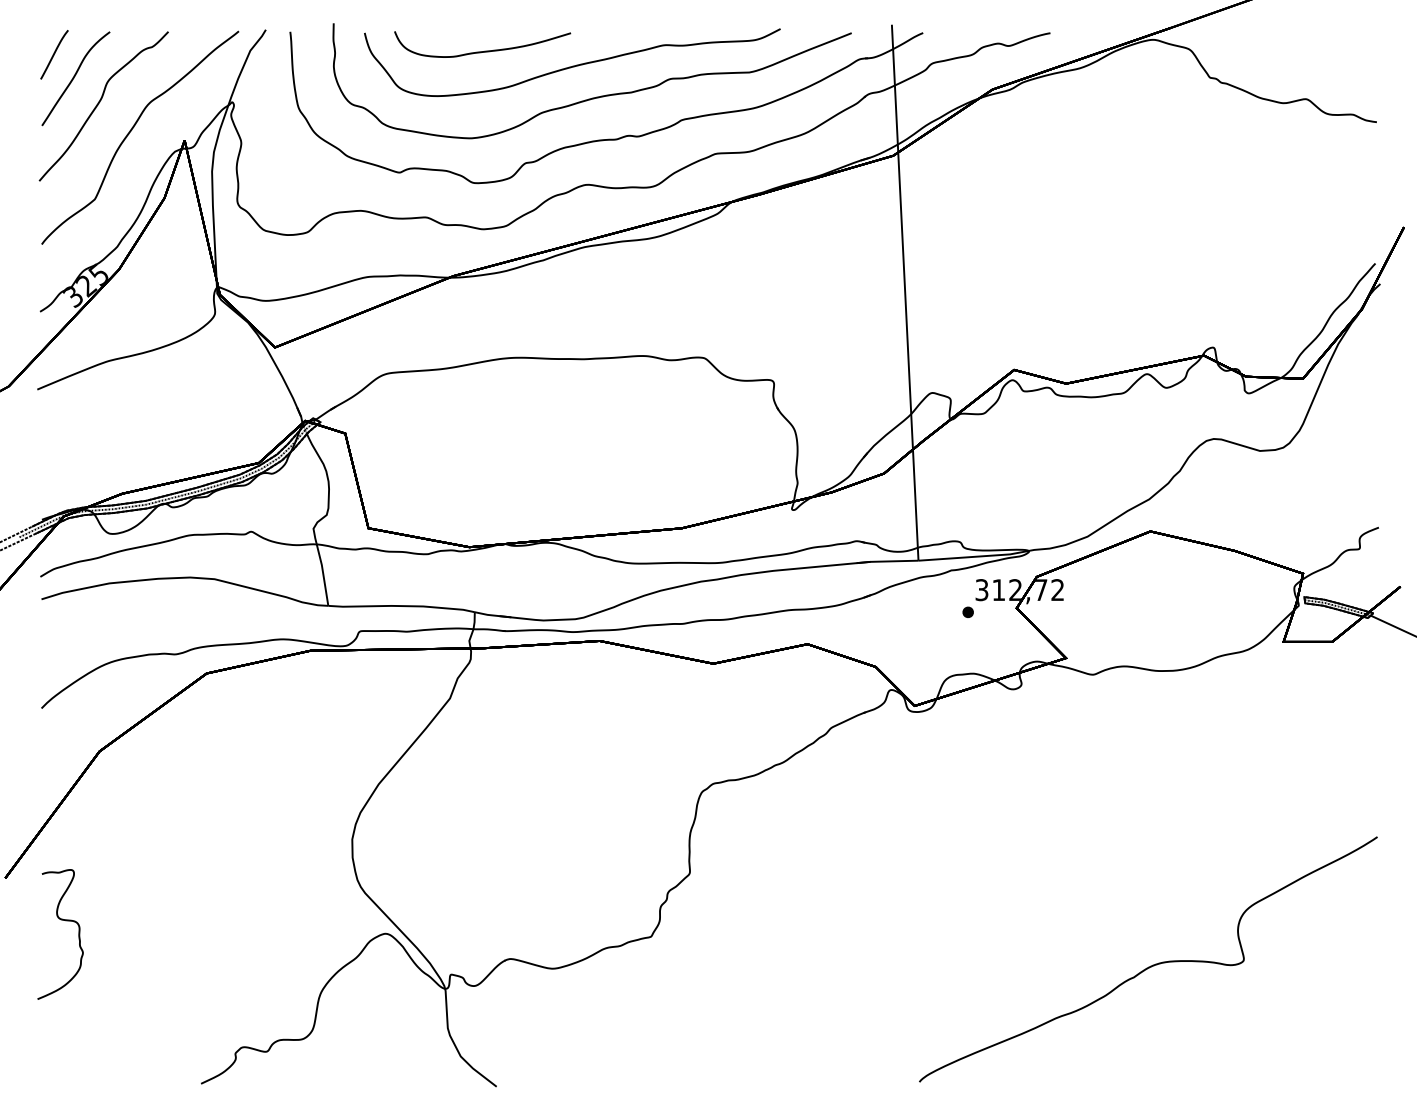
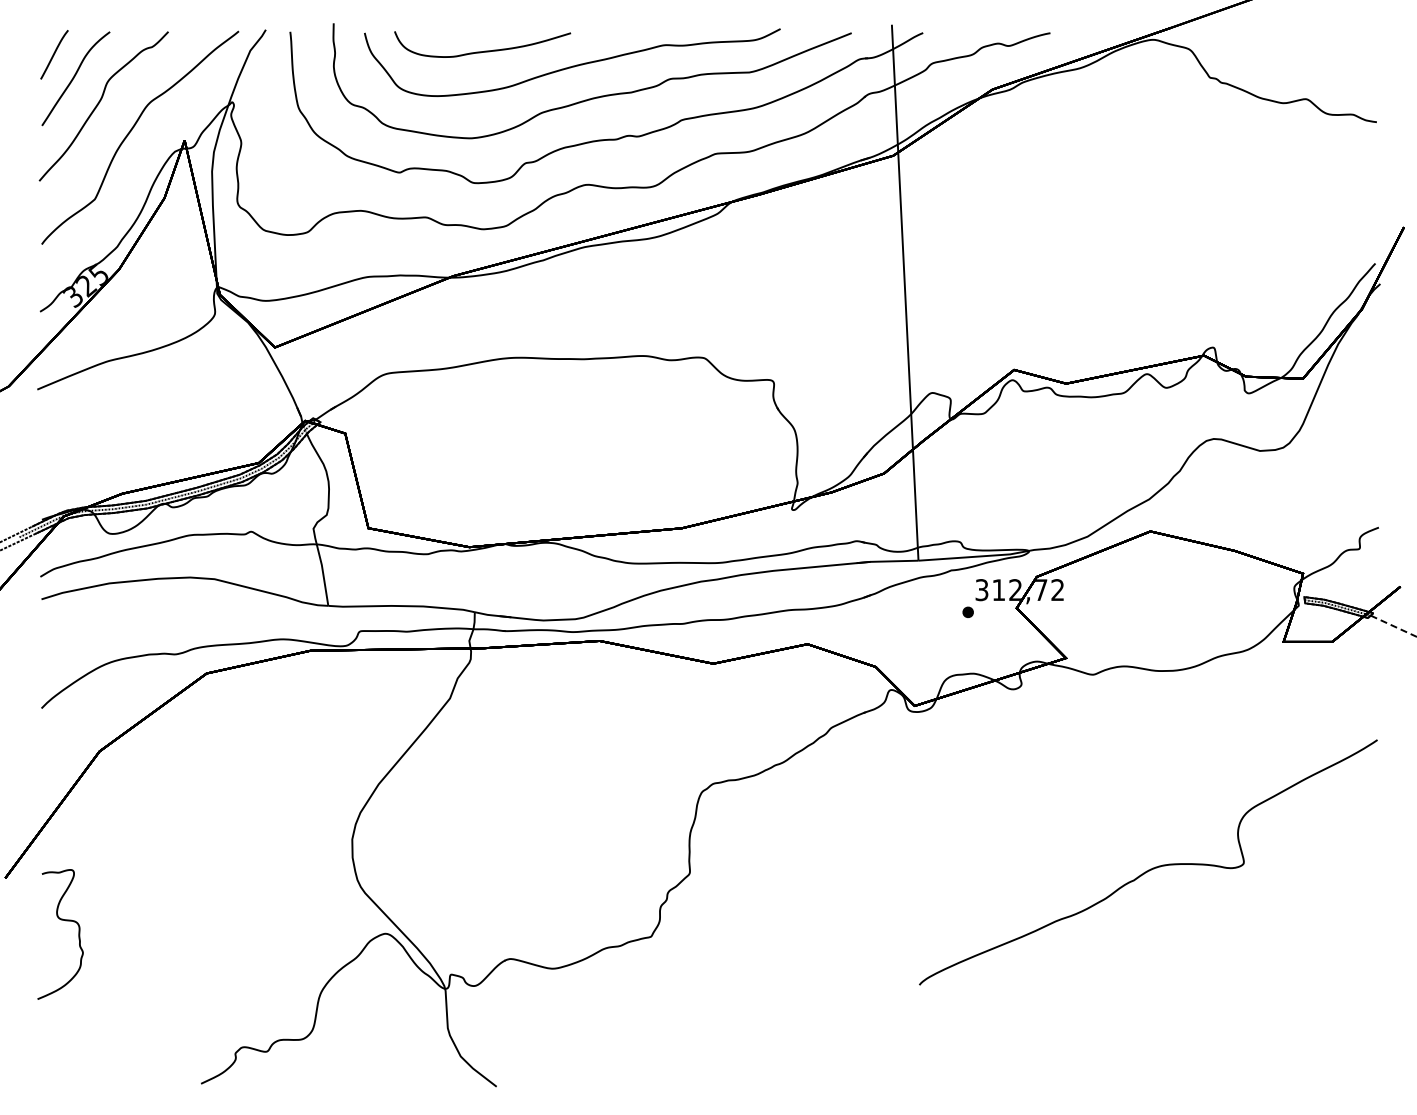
line at (1394, 626): solid -> dashed
curve at (1150, 965) position: (1150, 965) -> (1150, 868)
